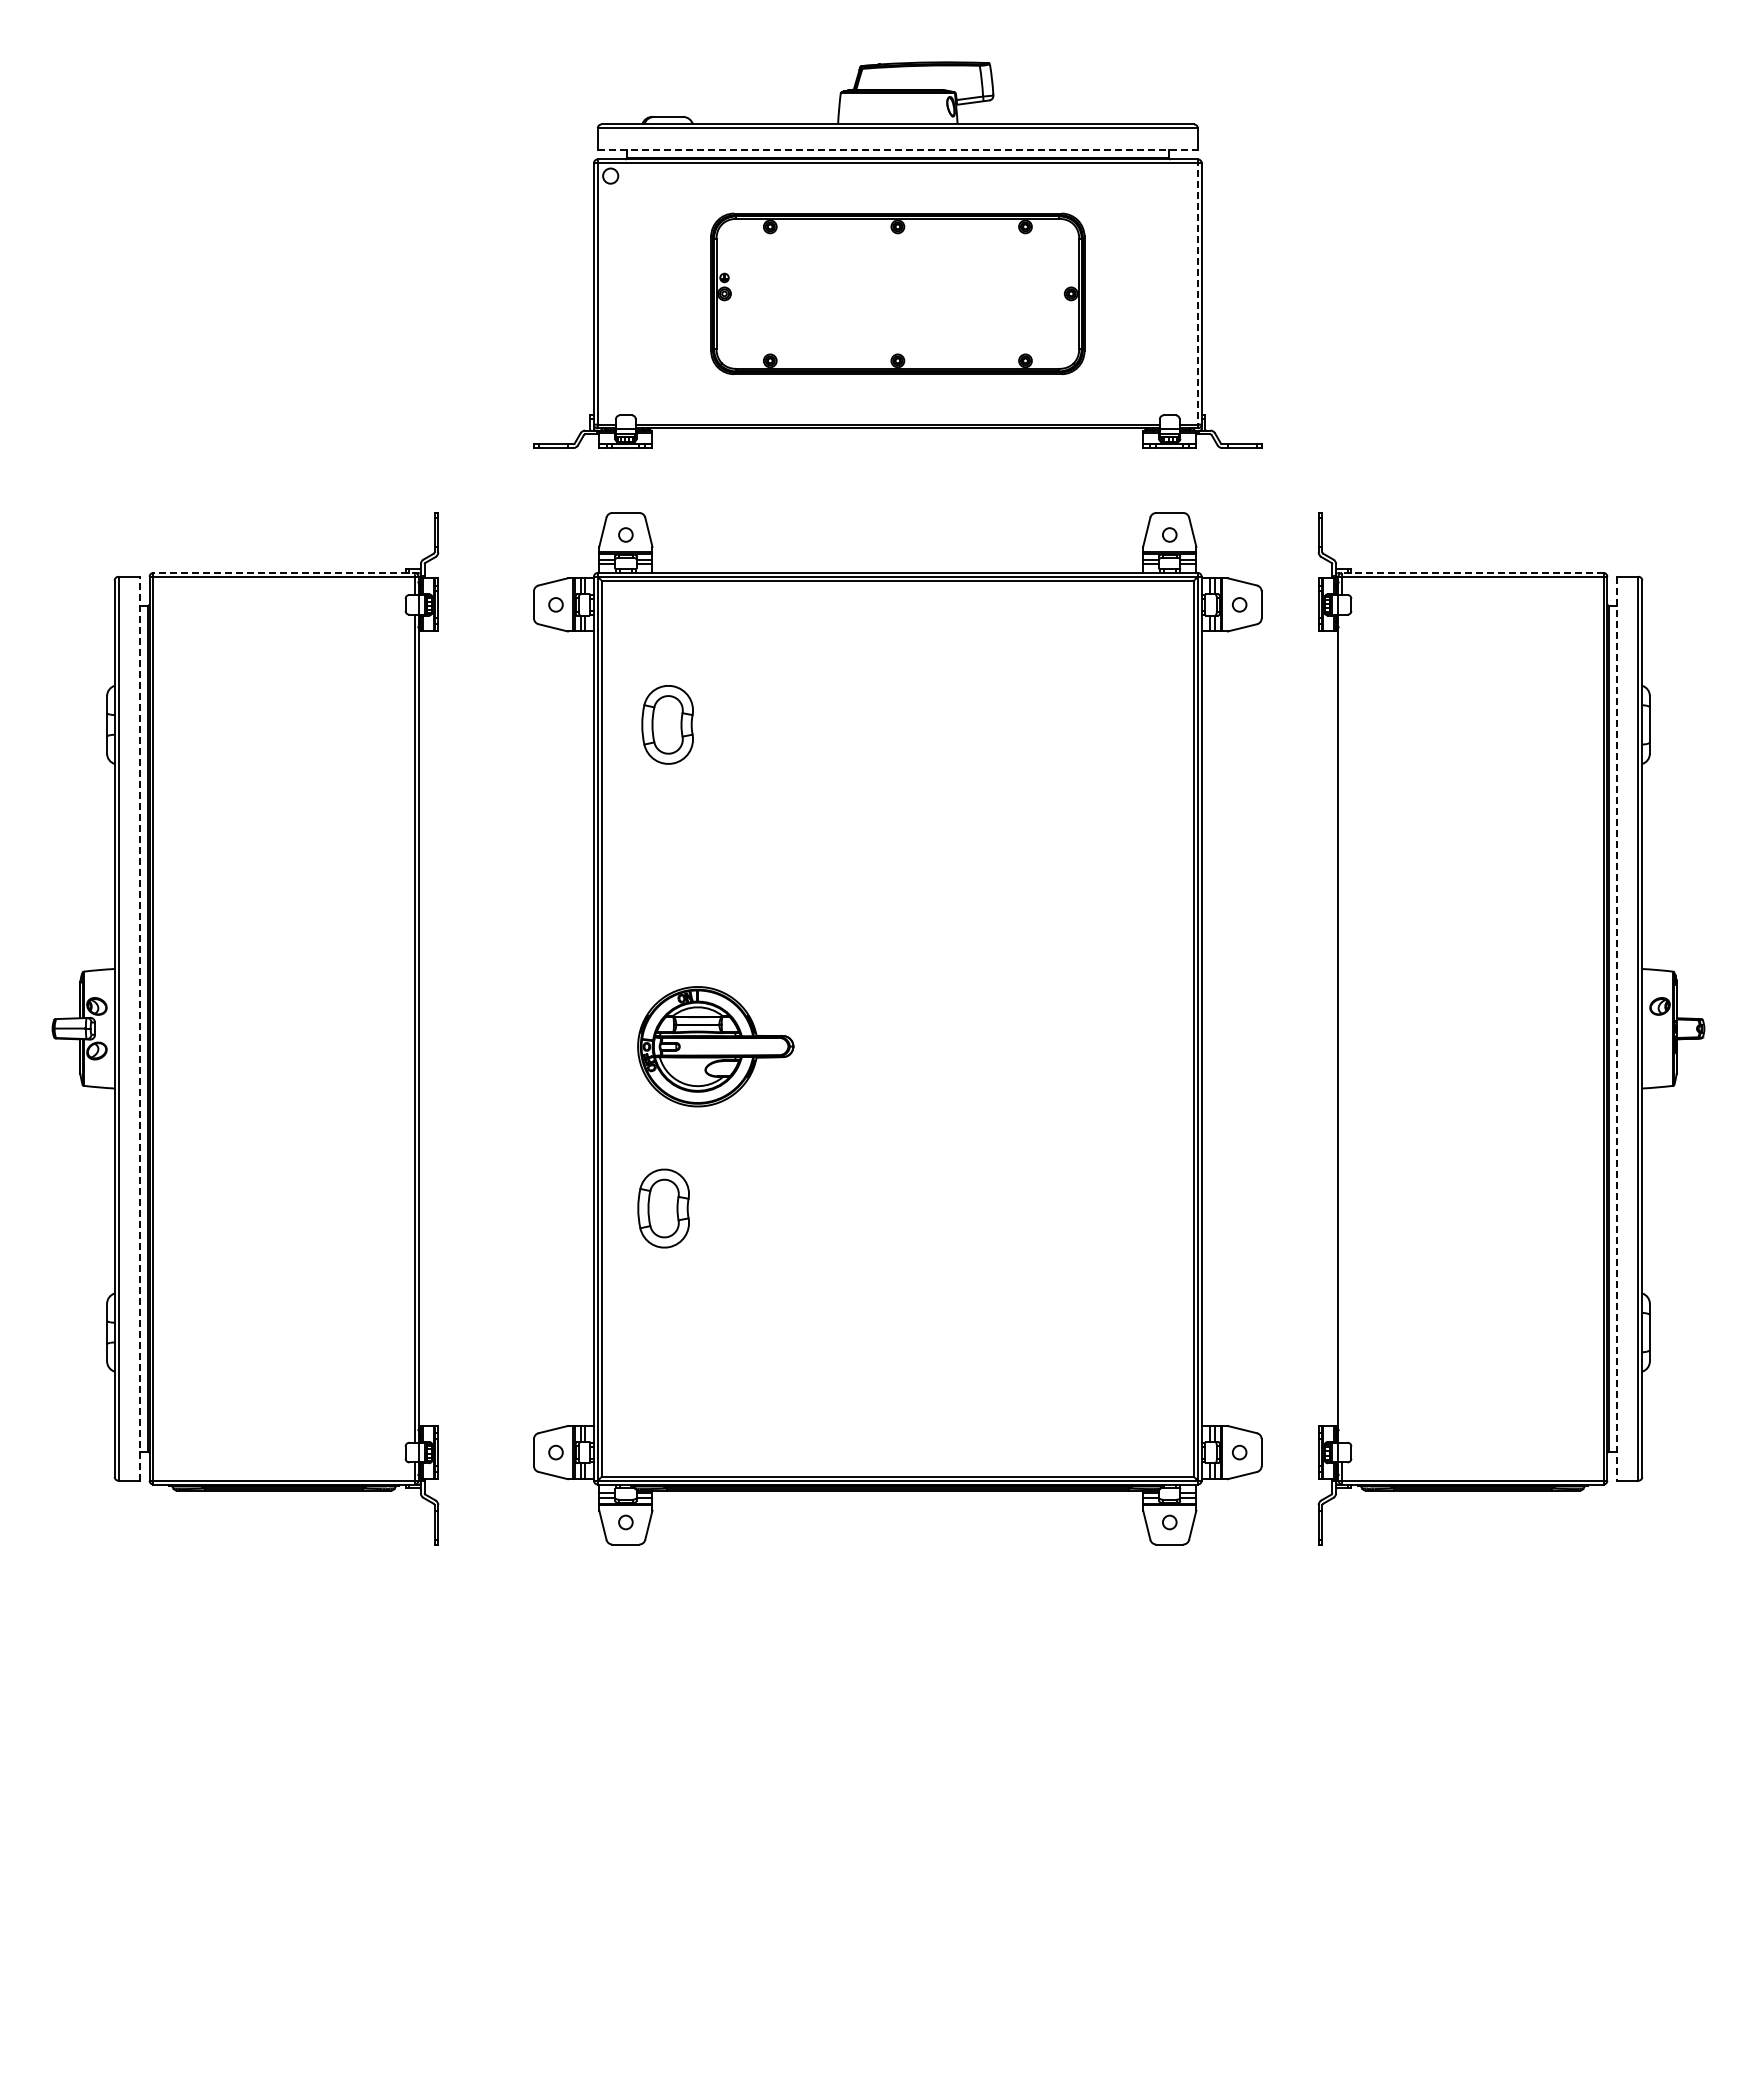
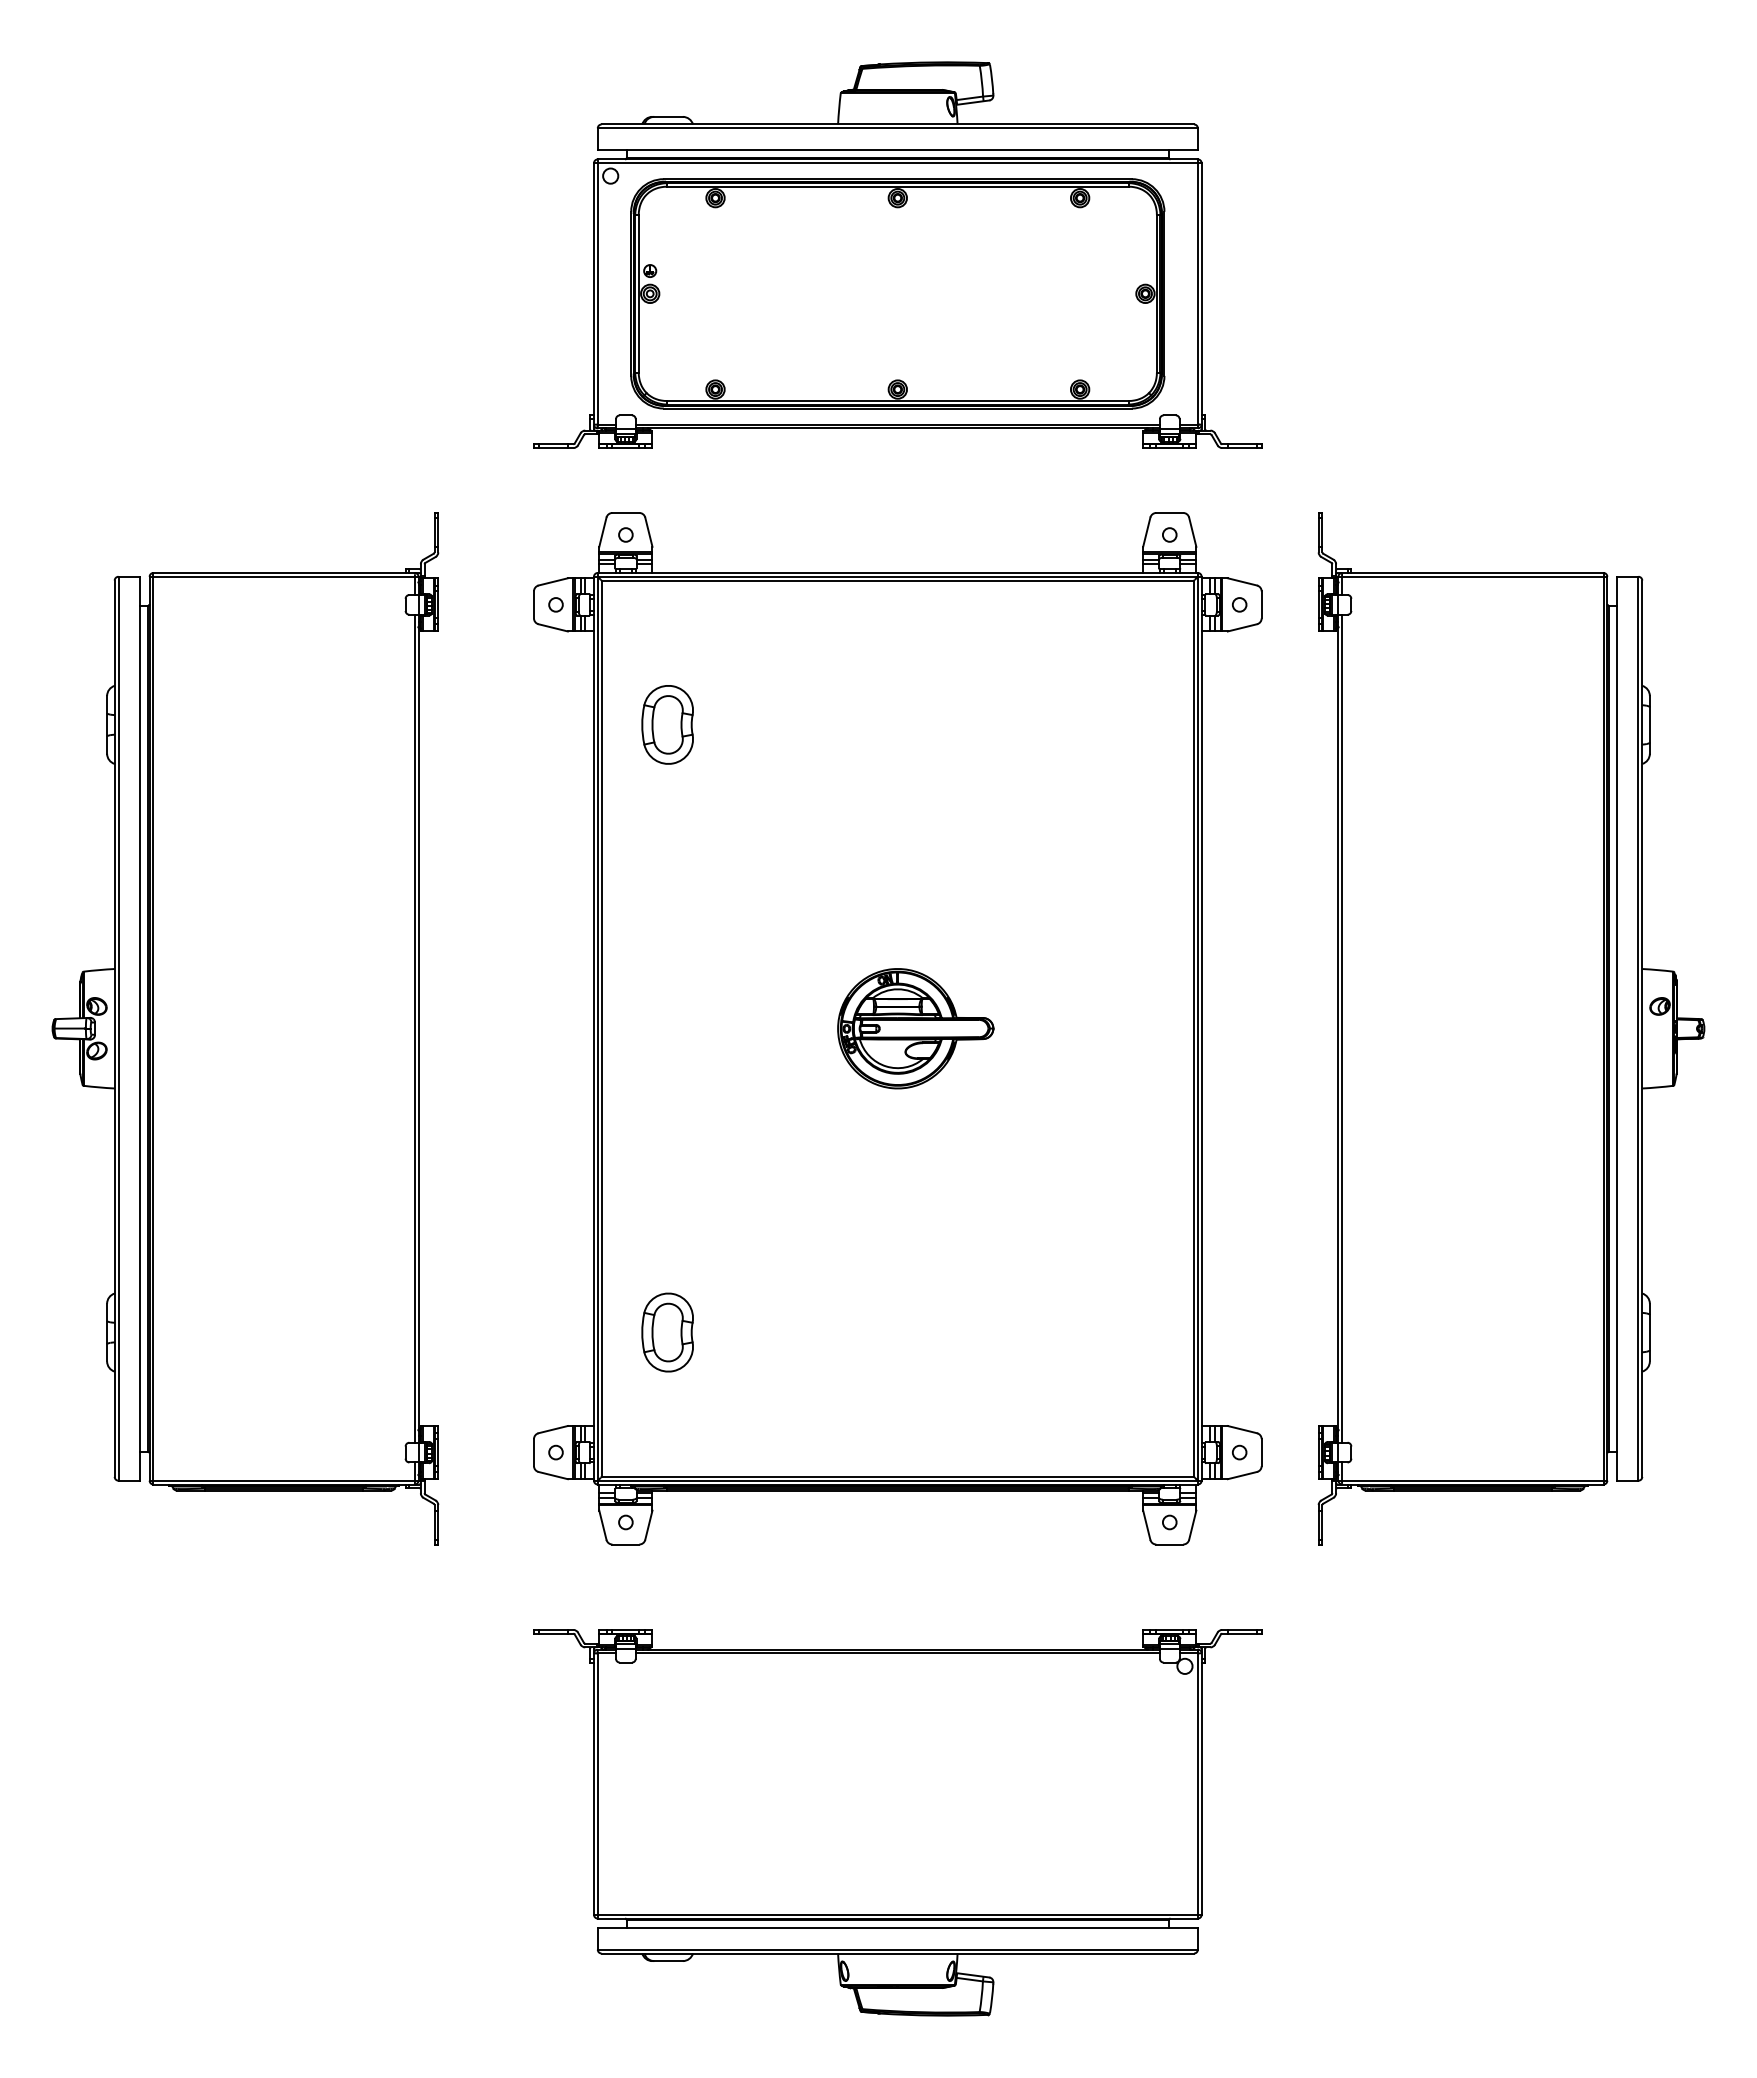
line at (898, 149): dashed -> solid
line at (1197, 291): dashed -> solid
part at (897, 293) size: 376x164 px -> 536x232 px
line at (286, 572): dashed -> solid
line at (1470, 572): dashed -> solid
line at (139, 1028): dashed -> solid
line at (1342, 1028): none -> present
line at (1617, 1028): dashed -> solid
part at (715, 1046) position: (715, 1046) -> (915, 1028)
part at (663, 1208) position: (663, 1208) -> (667, 1332)
part at (897, 1822): none -> present
